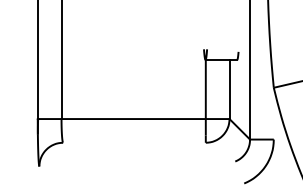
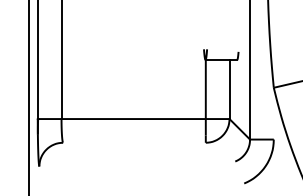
line at (29, 97): none -> present
